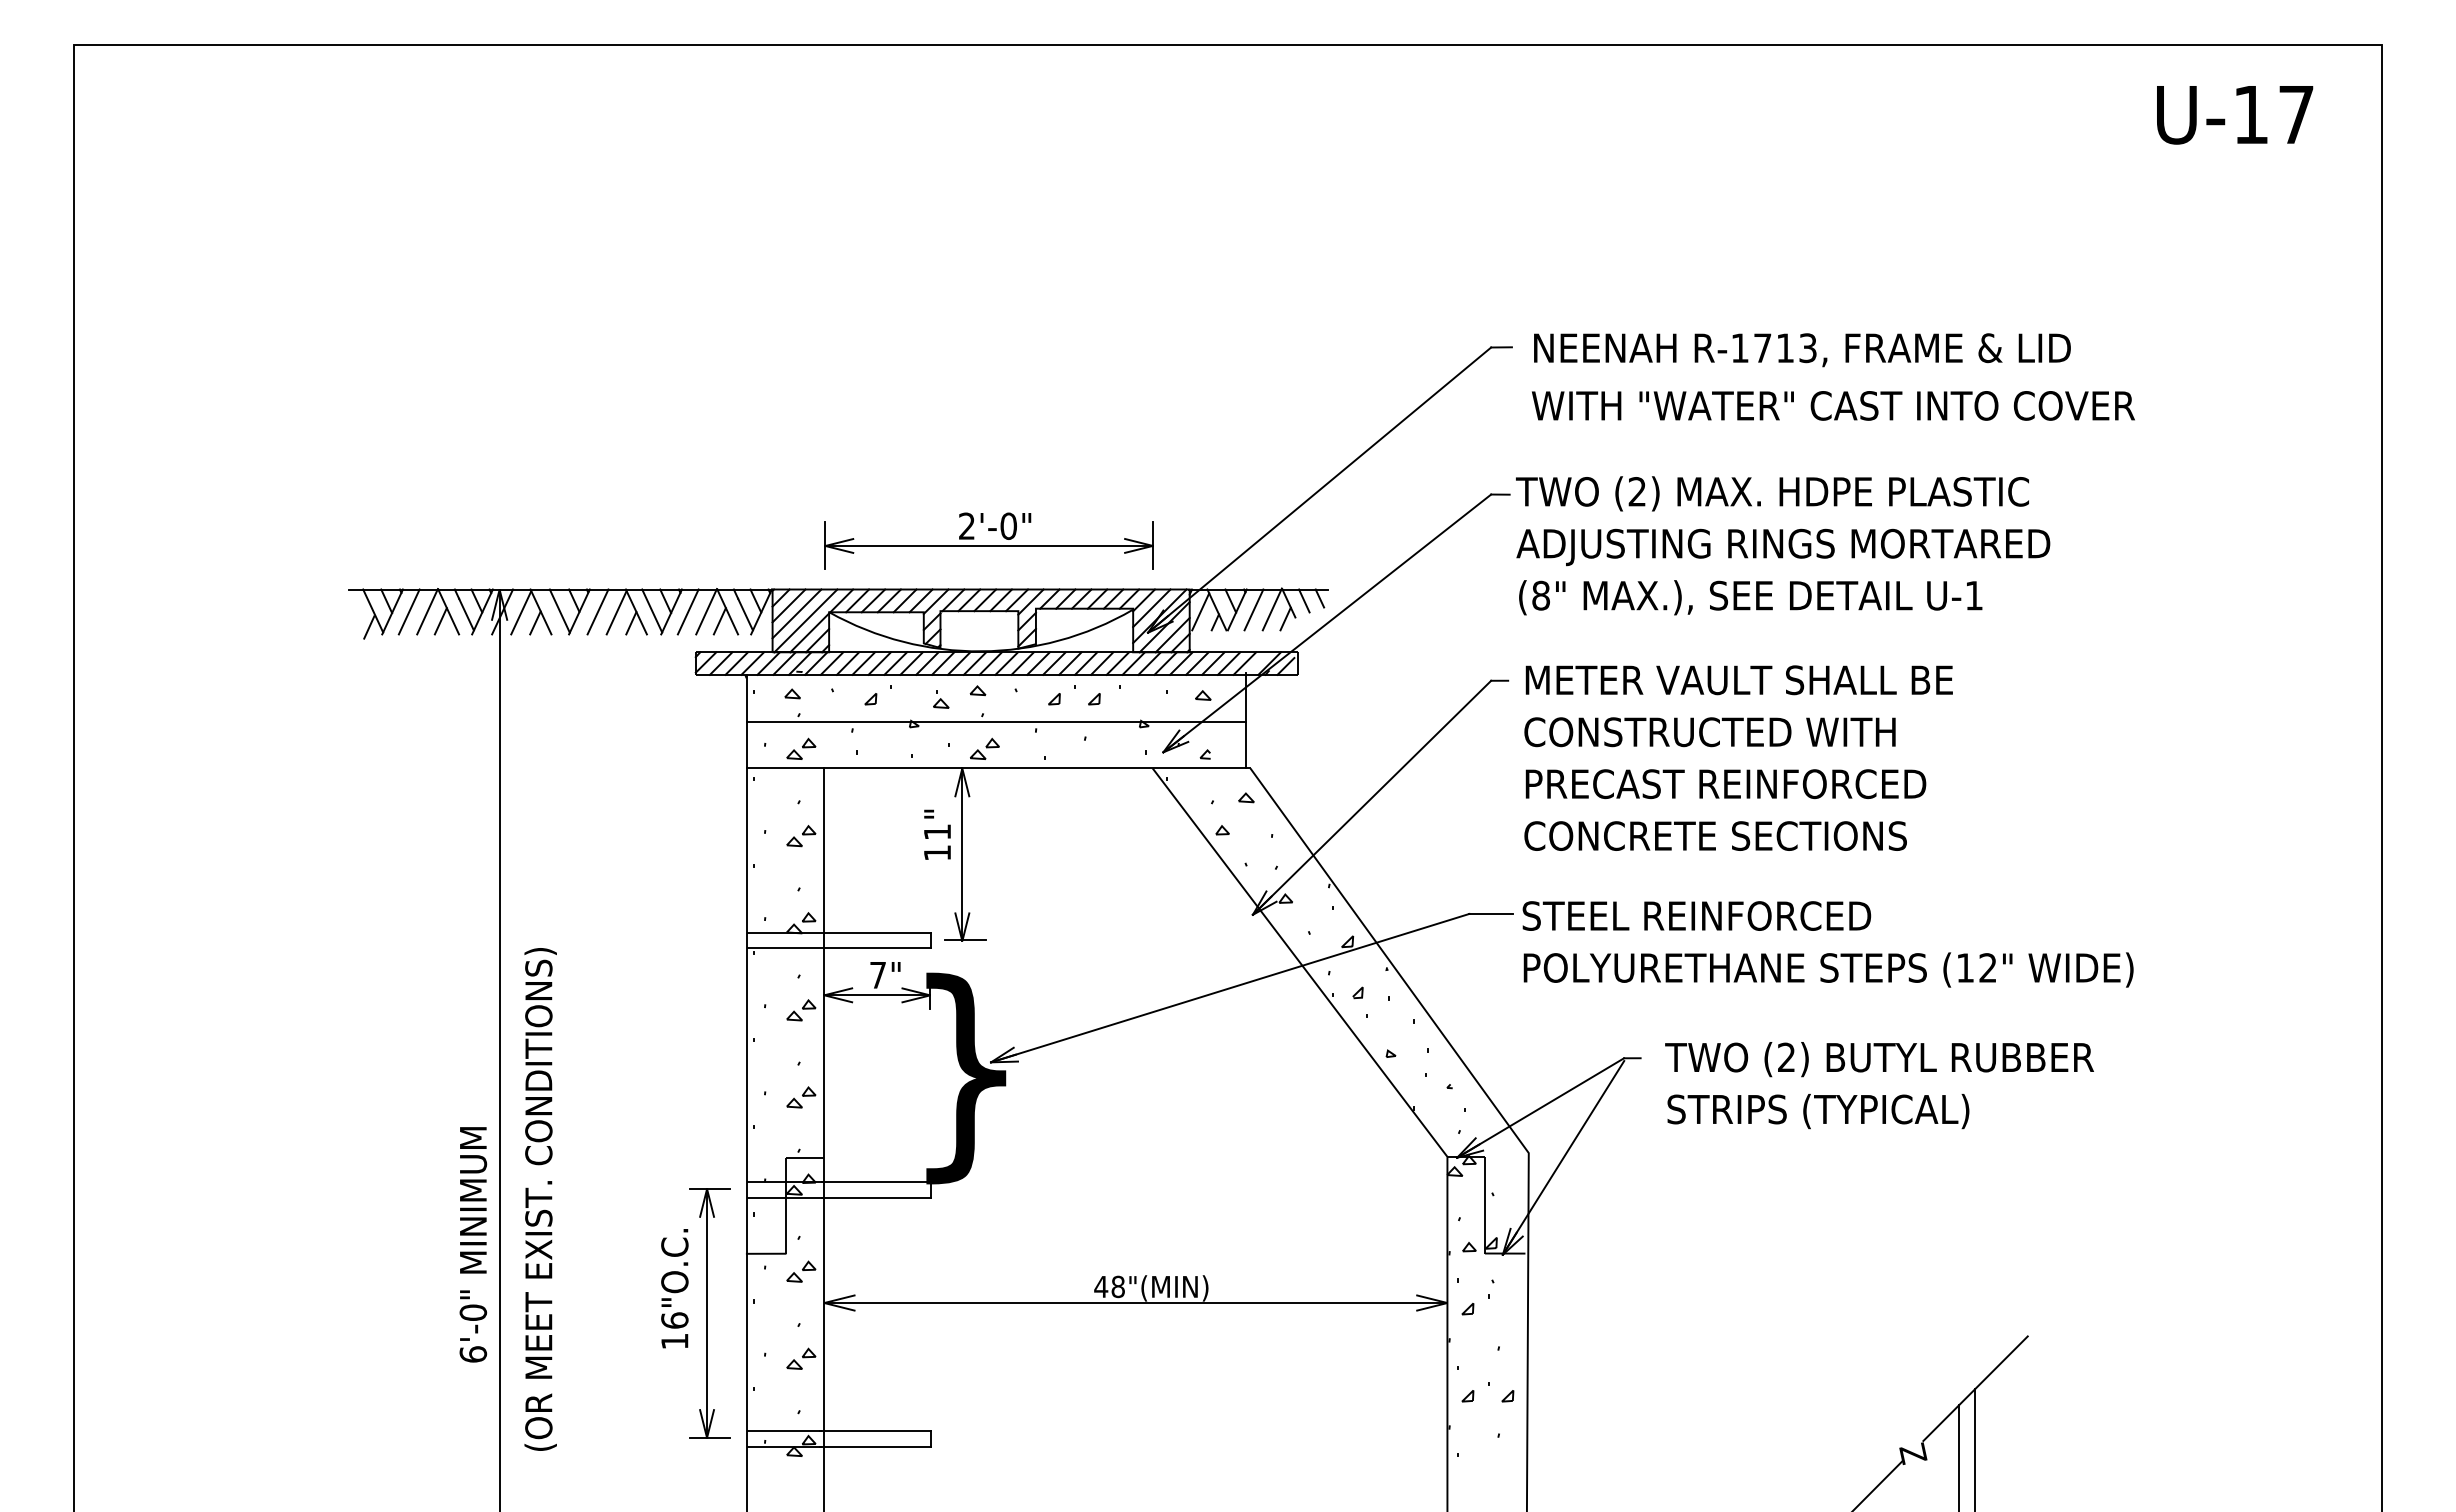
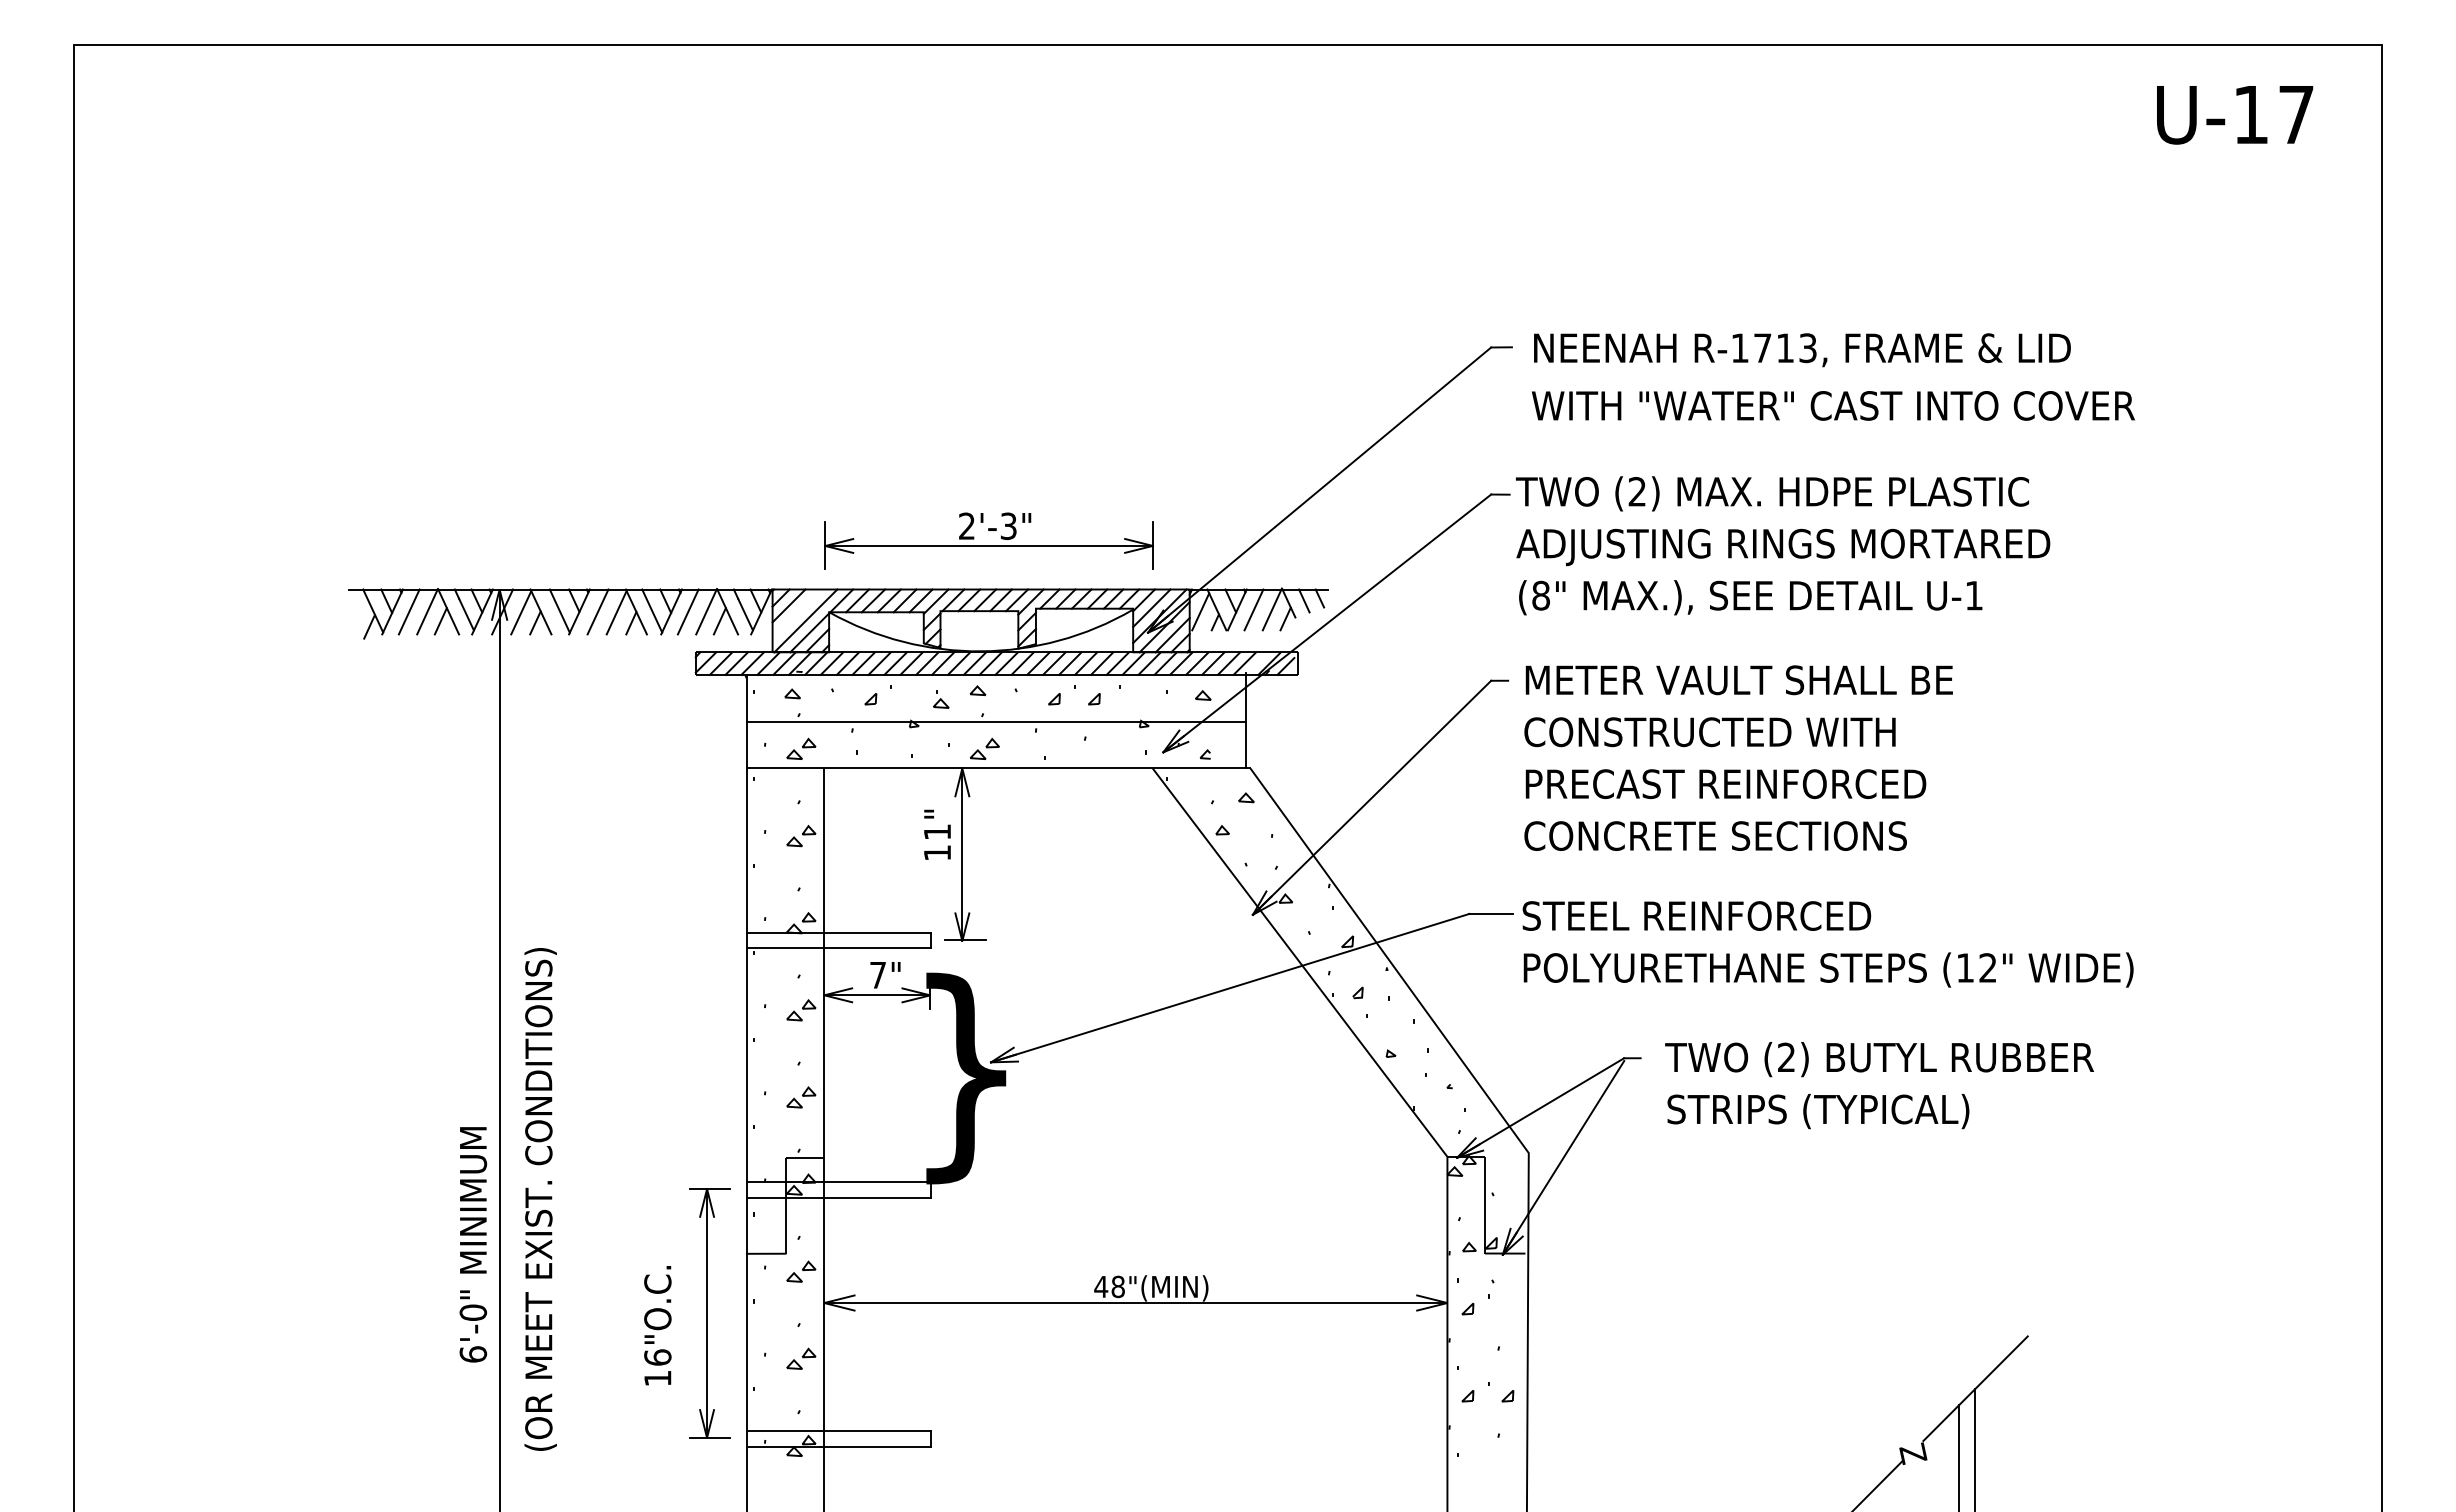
text at (1008, 526): 2'-0" -> 2'-3"
line at (796, 613): present -> none
text at (674, 1288) position: (674, 1288) -> (657, 1325)
